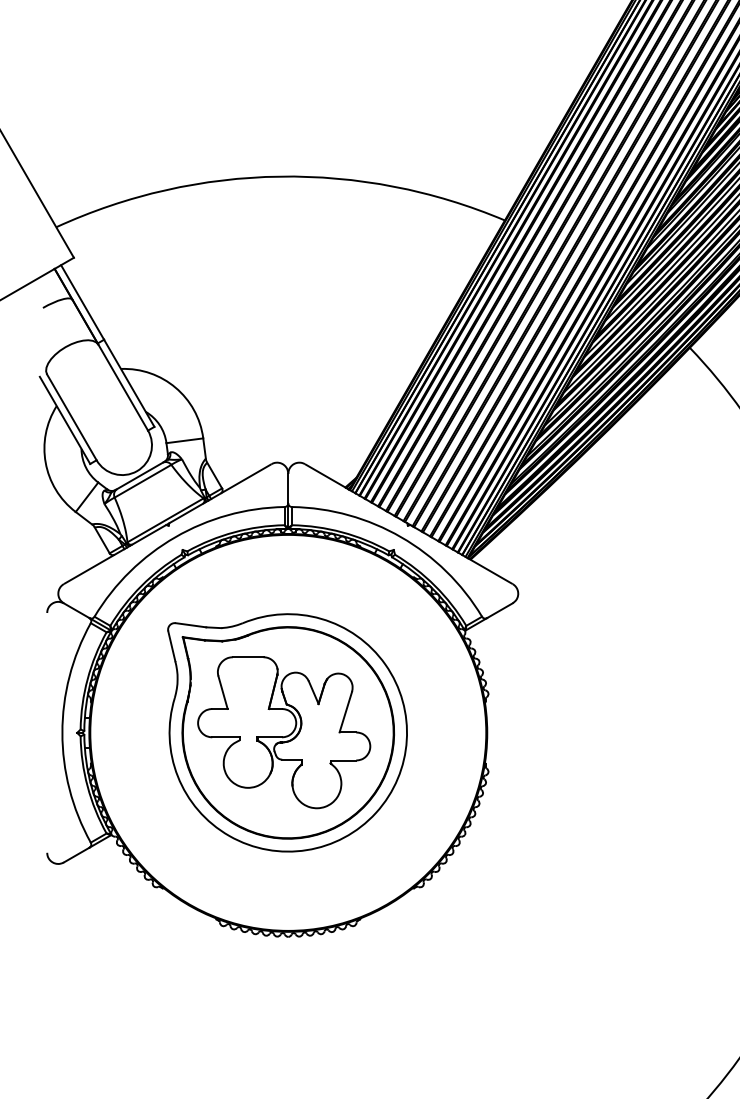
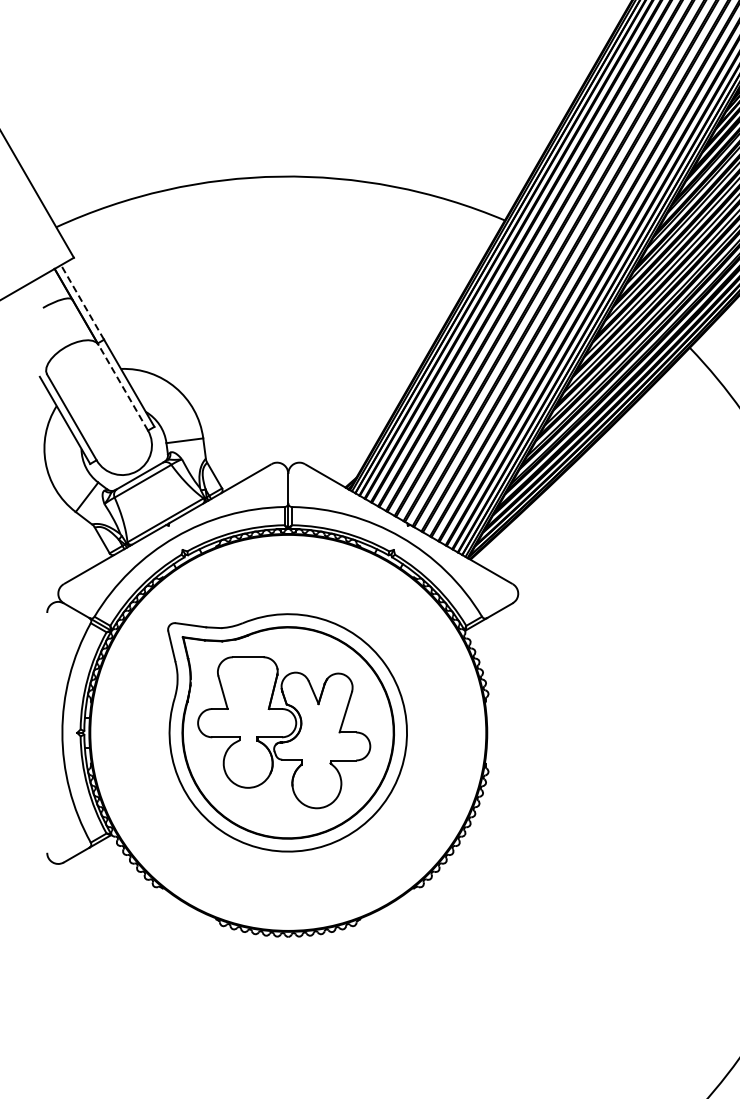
line at (82, 302): solid -> dashed
line at (123, 387): solid -> dashed
